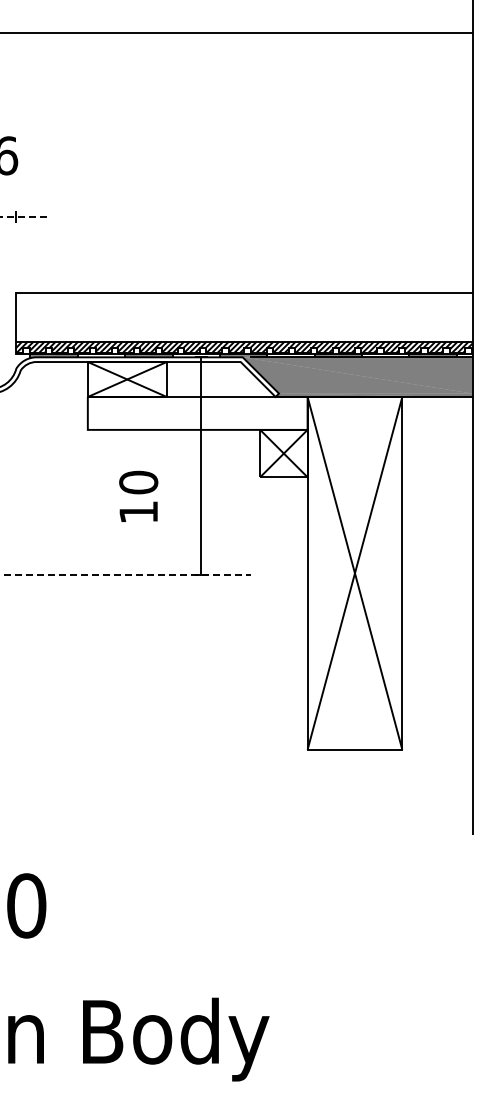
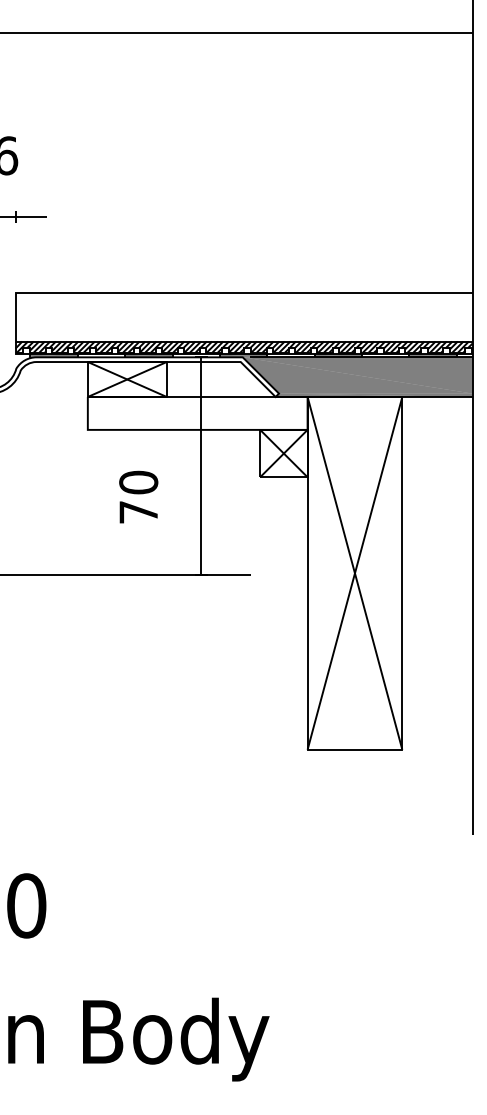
line at (22, 217): dashed -> solid
text at (138, 512): 10 -> 70
line at (126, 575): dashed -> solid
